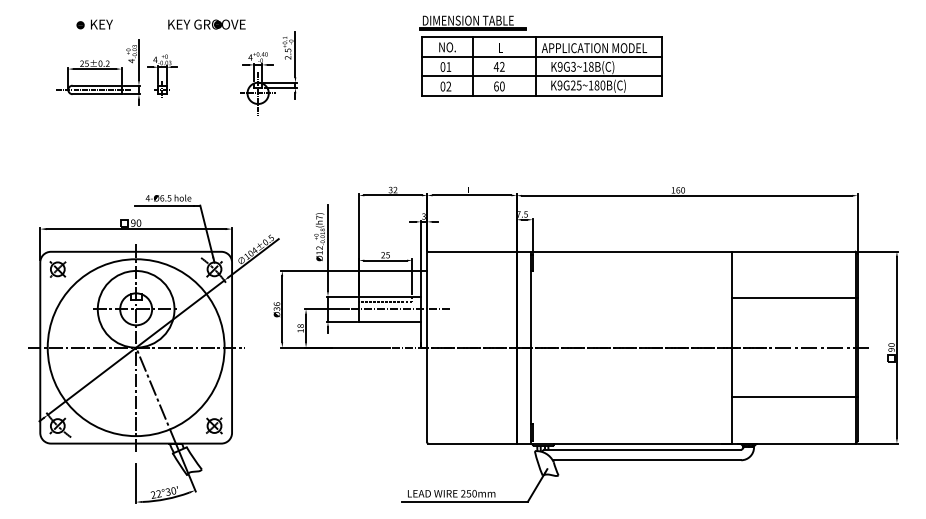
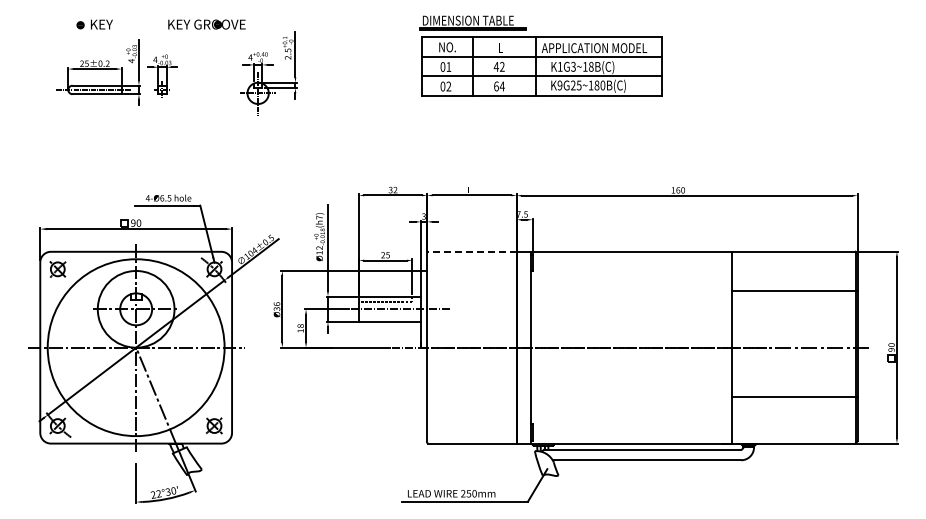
text at (559, 66): K9G3~18B(C) -> K1G3~18B(C)
text at (501, 86): 60 -> 64
line at (472, 251): solid -> dashed
line at (794, 298) position: (794, 298) -> (794, 291)
